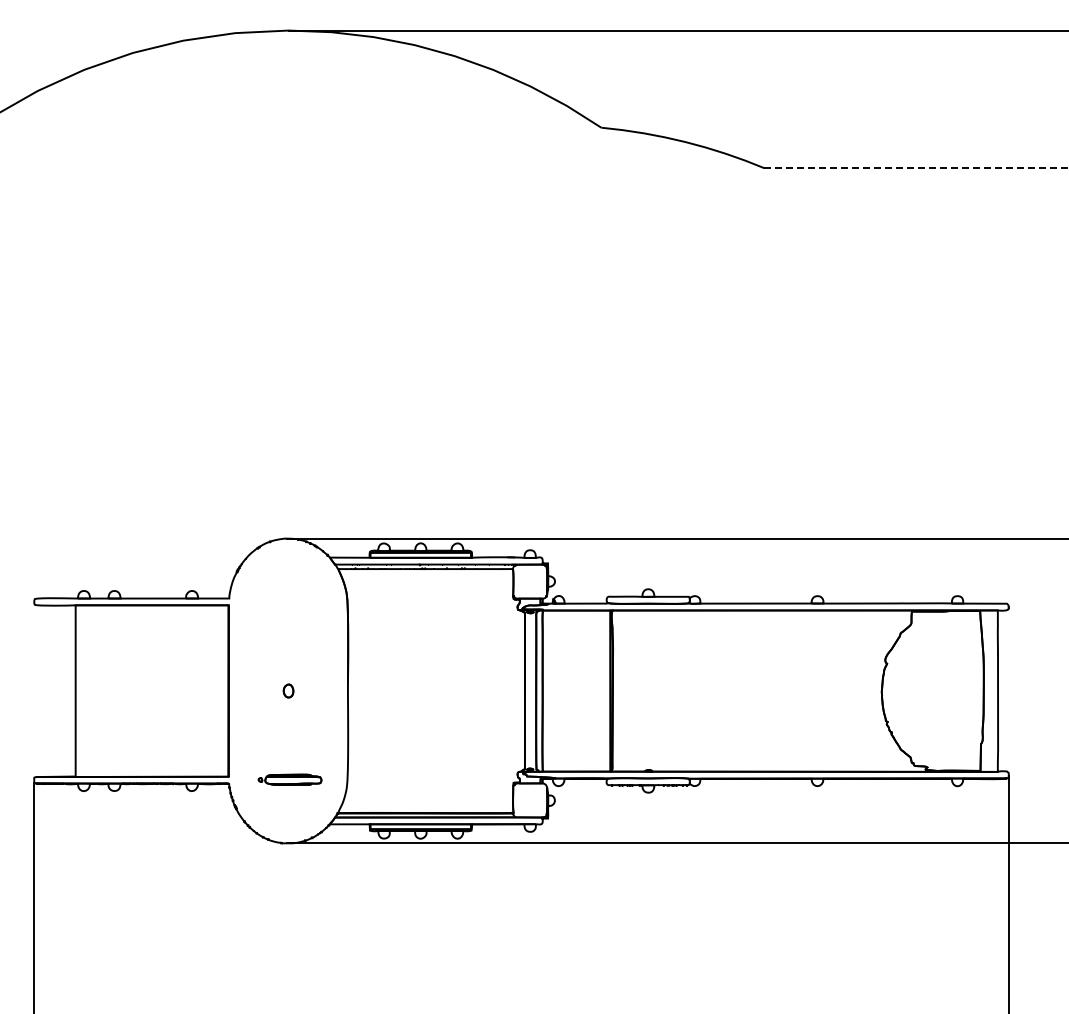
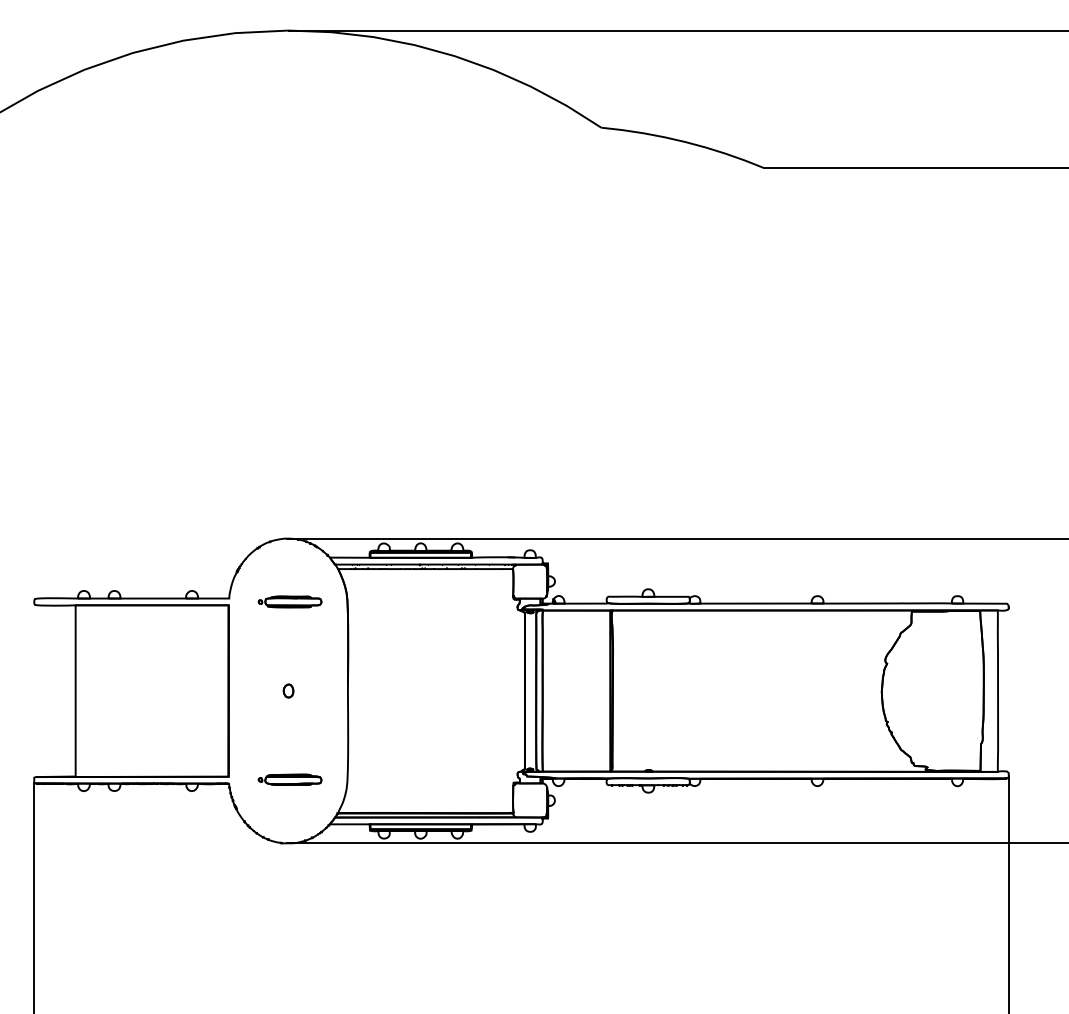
line at (916, 168): dashed -> solid
part at (289, 601): none -> present
